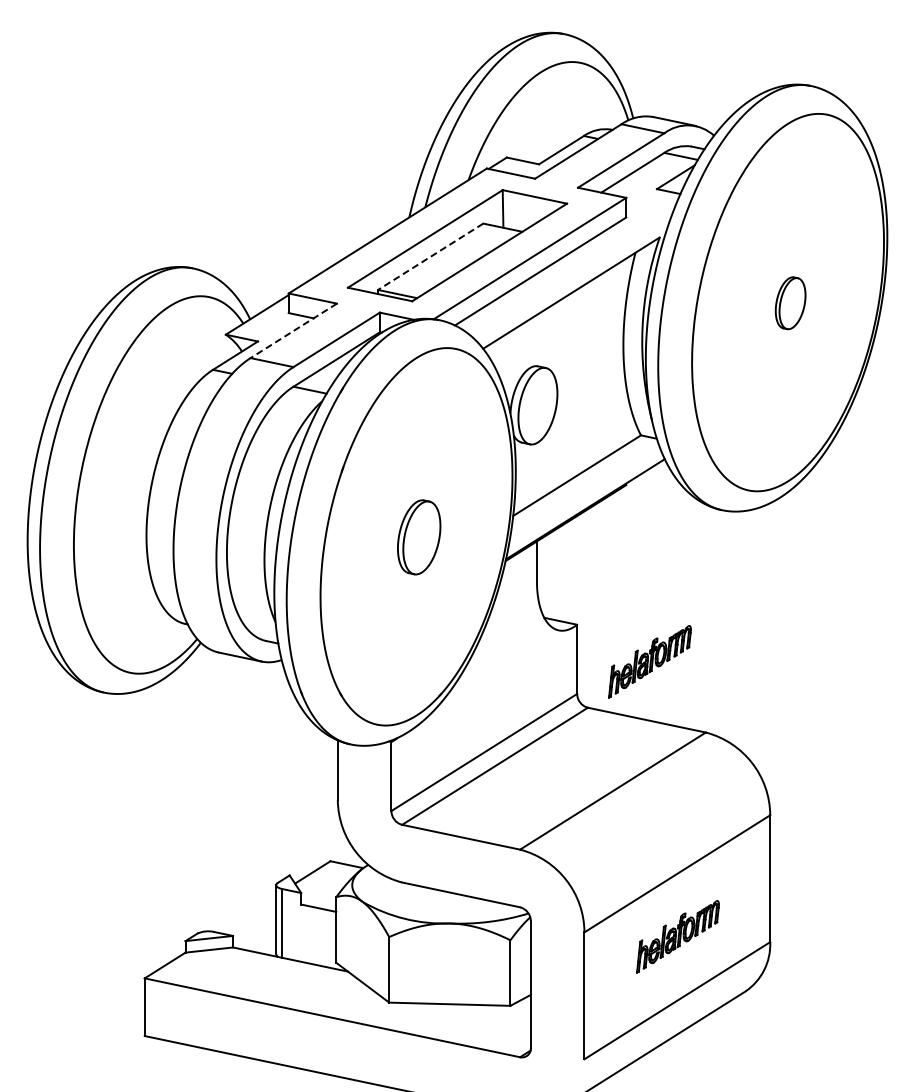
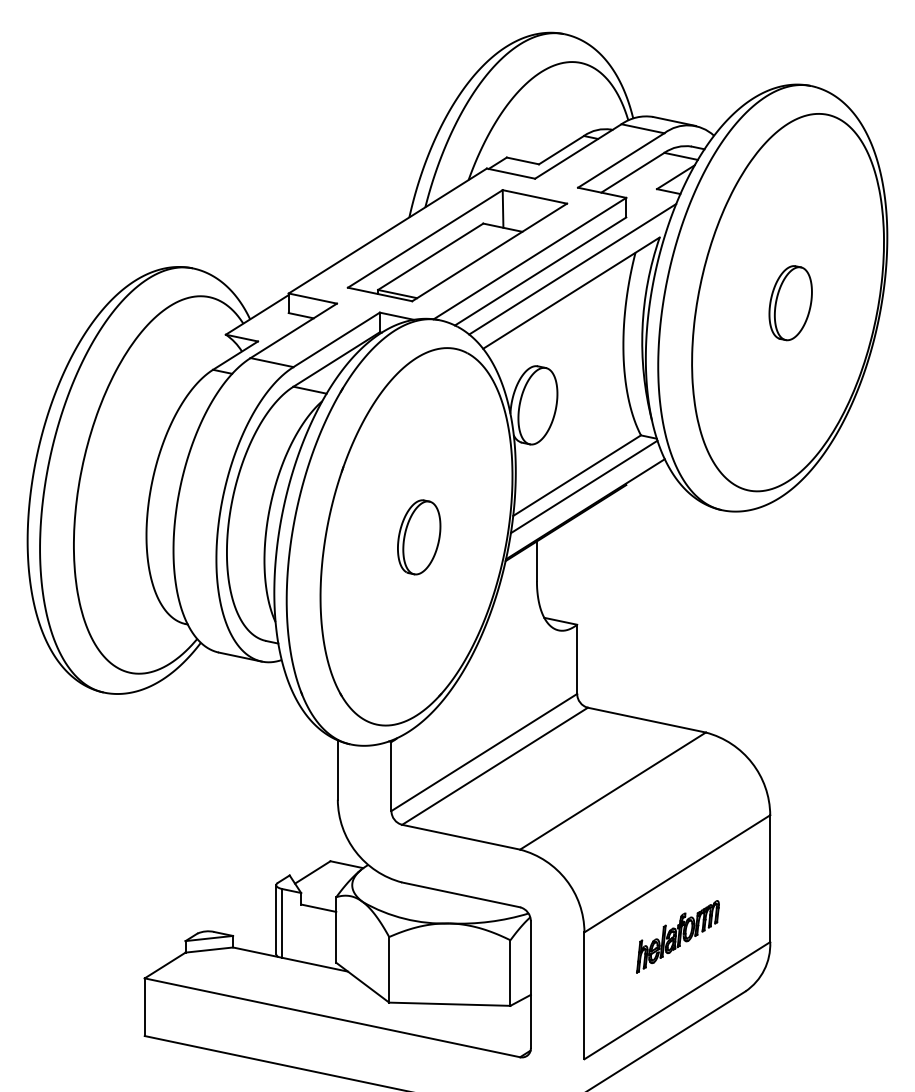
line at (430, 257): dashed -> solid
line at (572, 269): none -> present
part at (790, 303) size: 33x55 px -> 45x77 px
line at (293, 331): dashed -> solid
line at (583, 486): none -> present
part at (649, 661): present -> none
